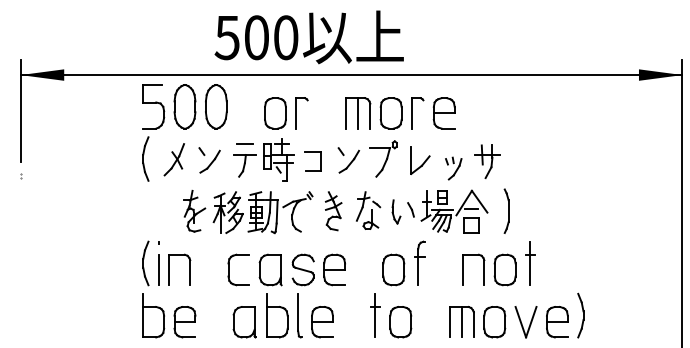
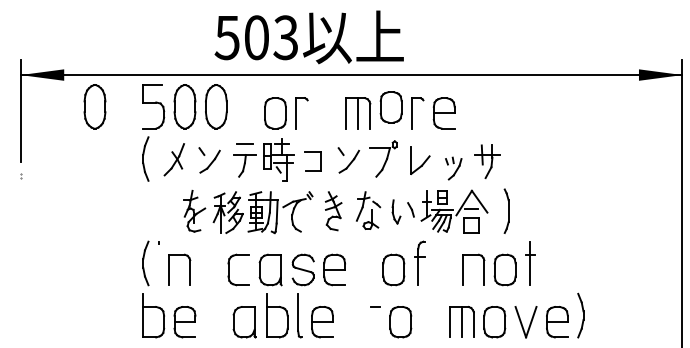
text at (285, 37): 500 -> 503
part at (94, 106): none -> present
part at (390, 113) position: (390, 113) -> (390, 107)
line at (158, 269): present -> none
line at (374, 315): present -> none
